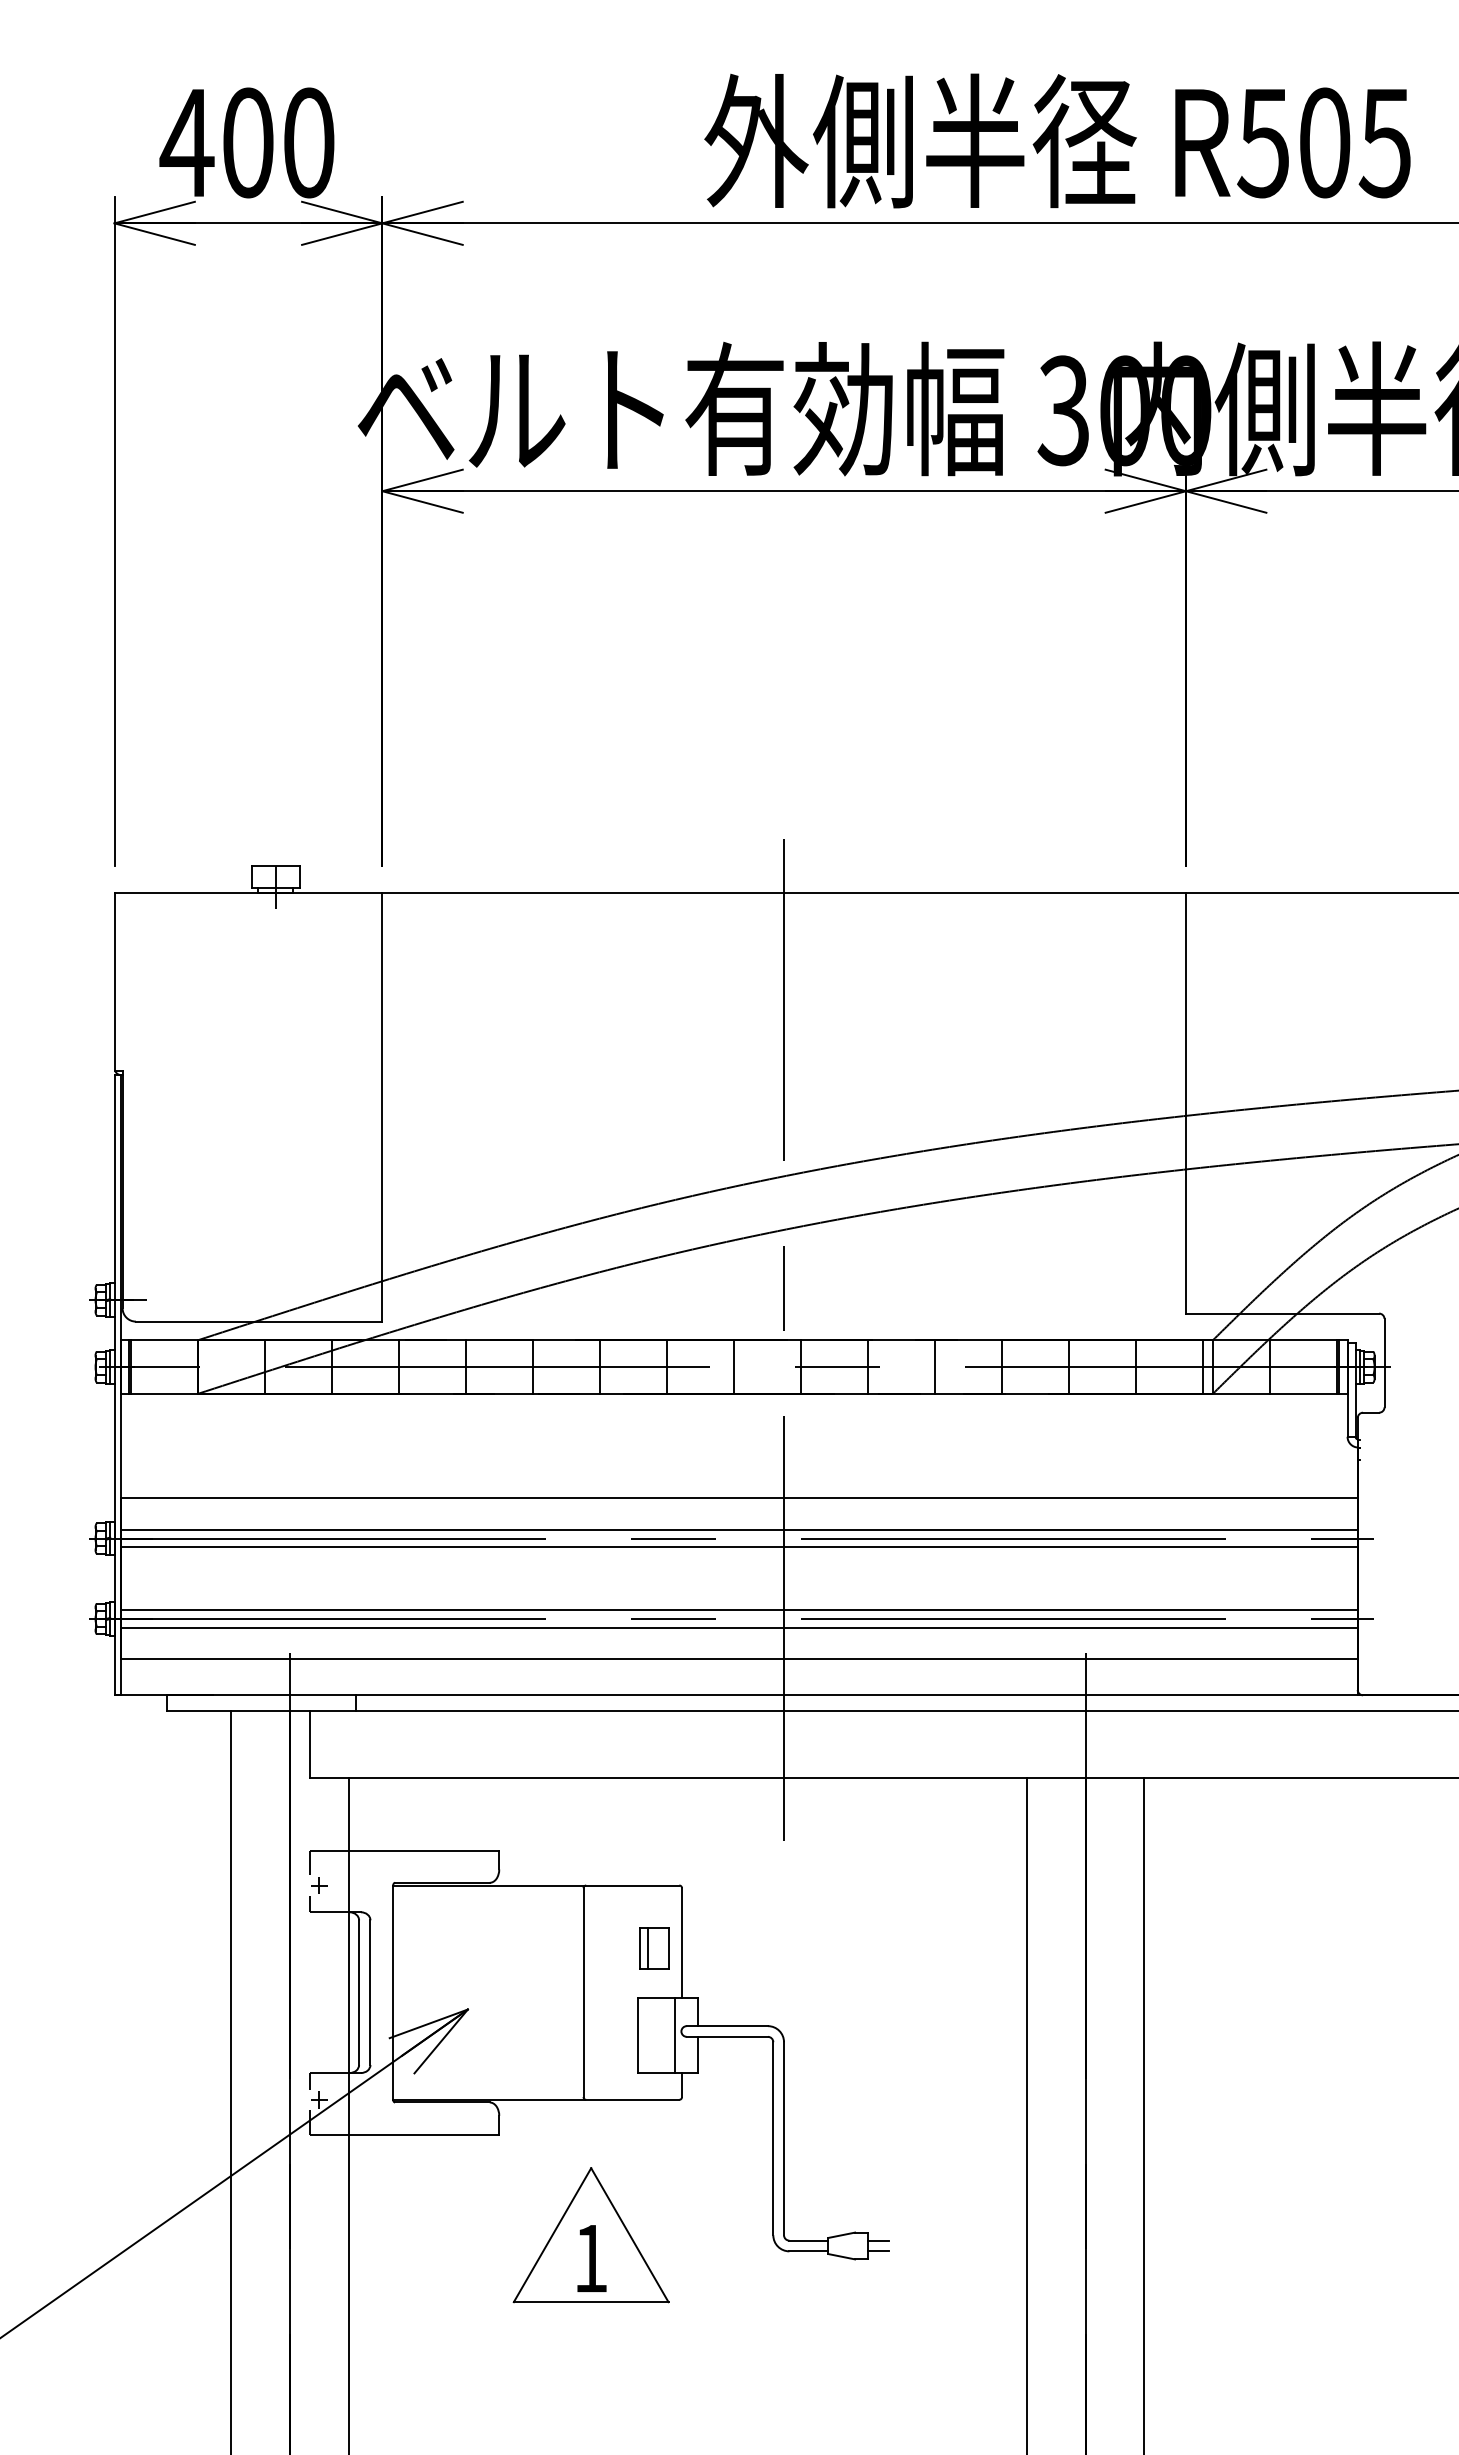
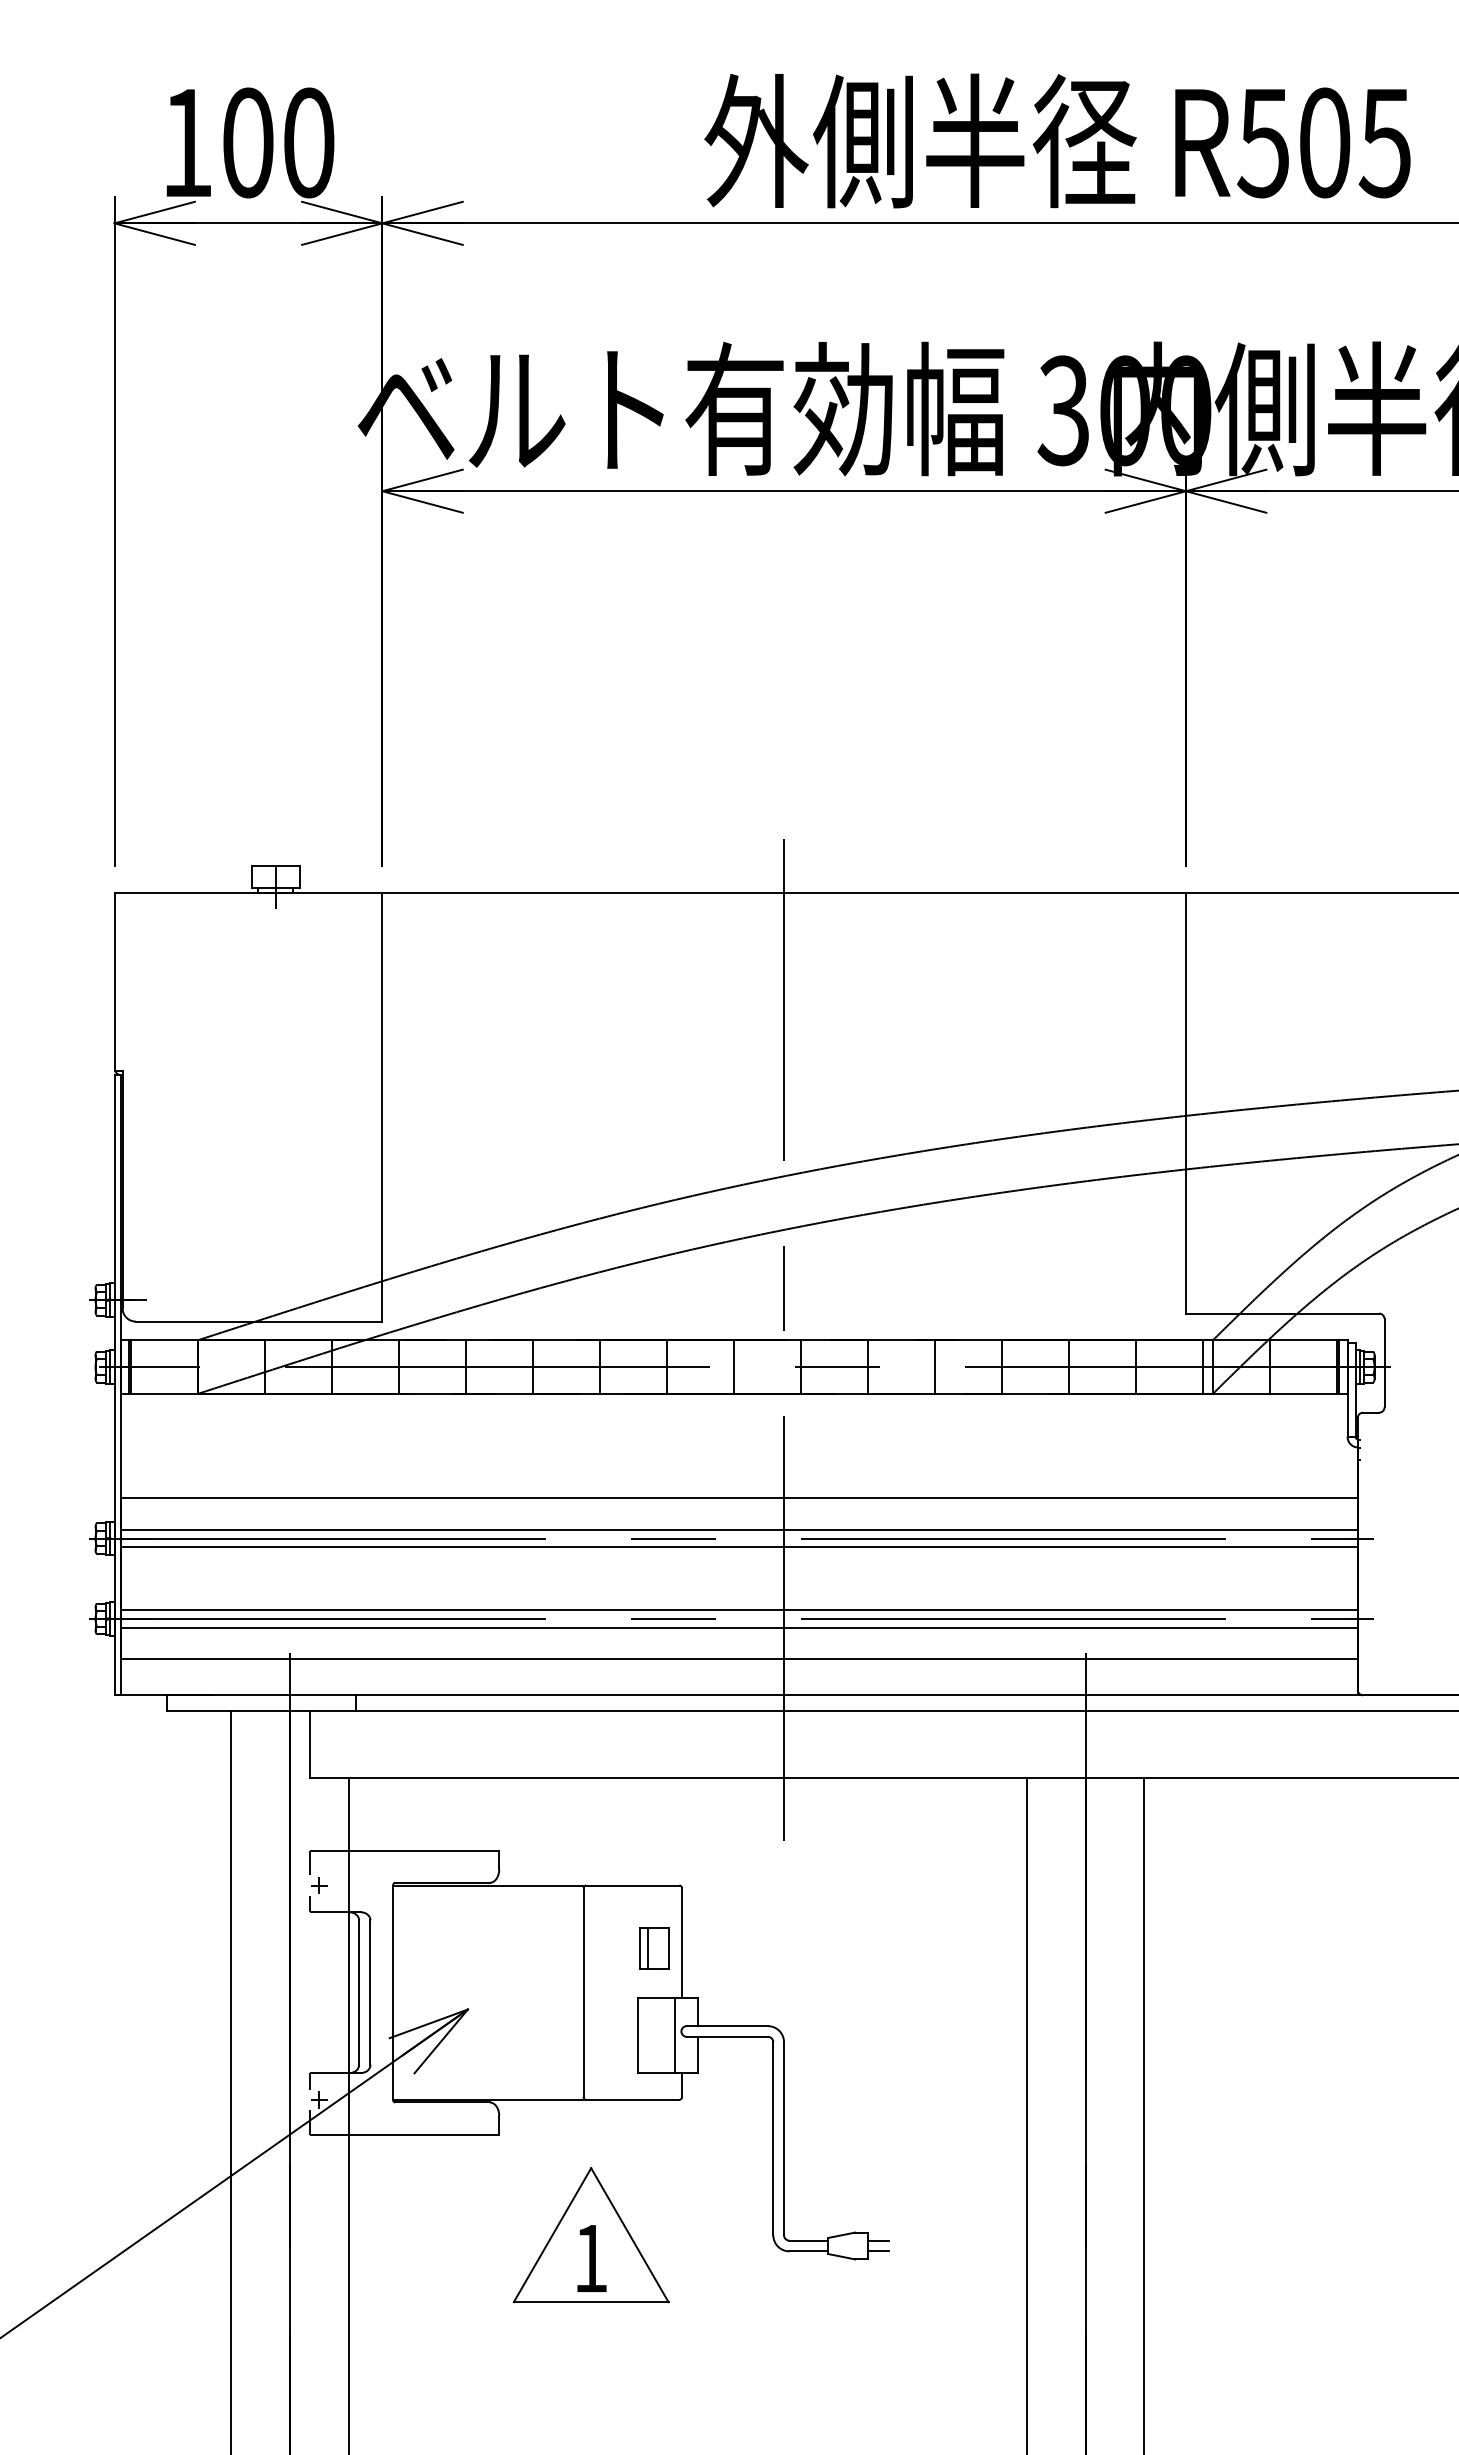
text at (186, 142): 400 -> 100
